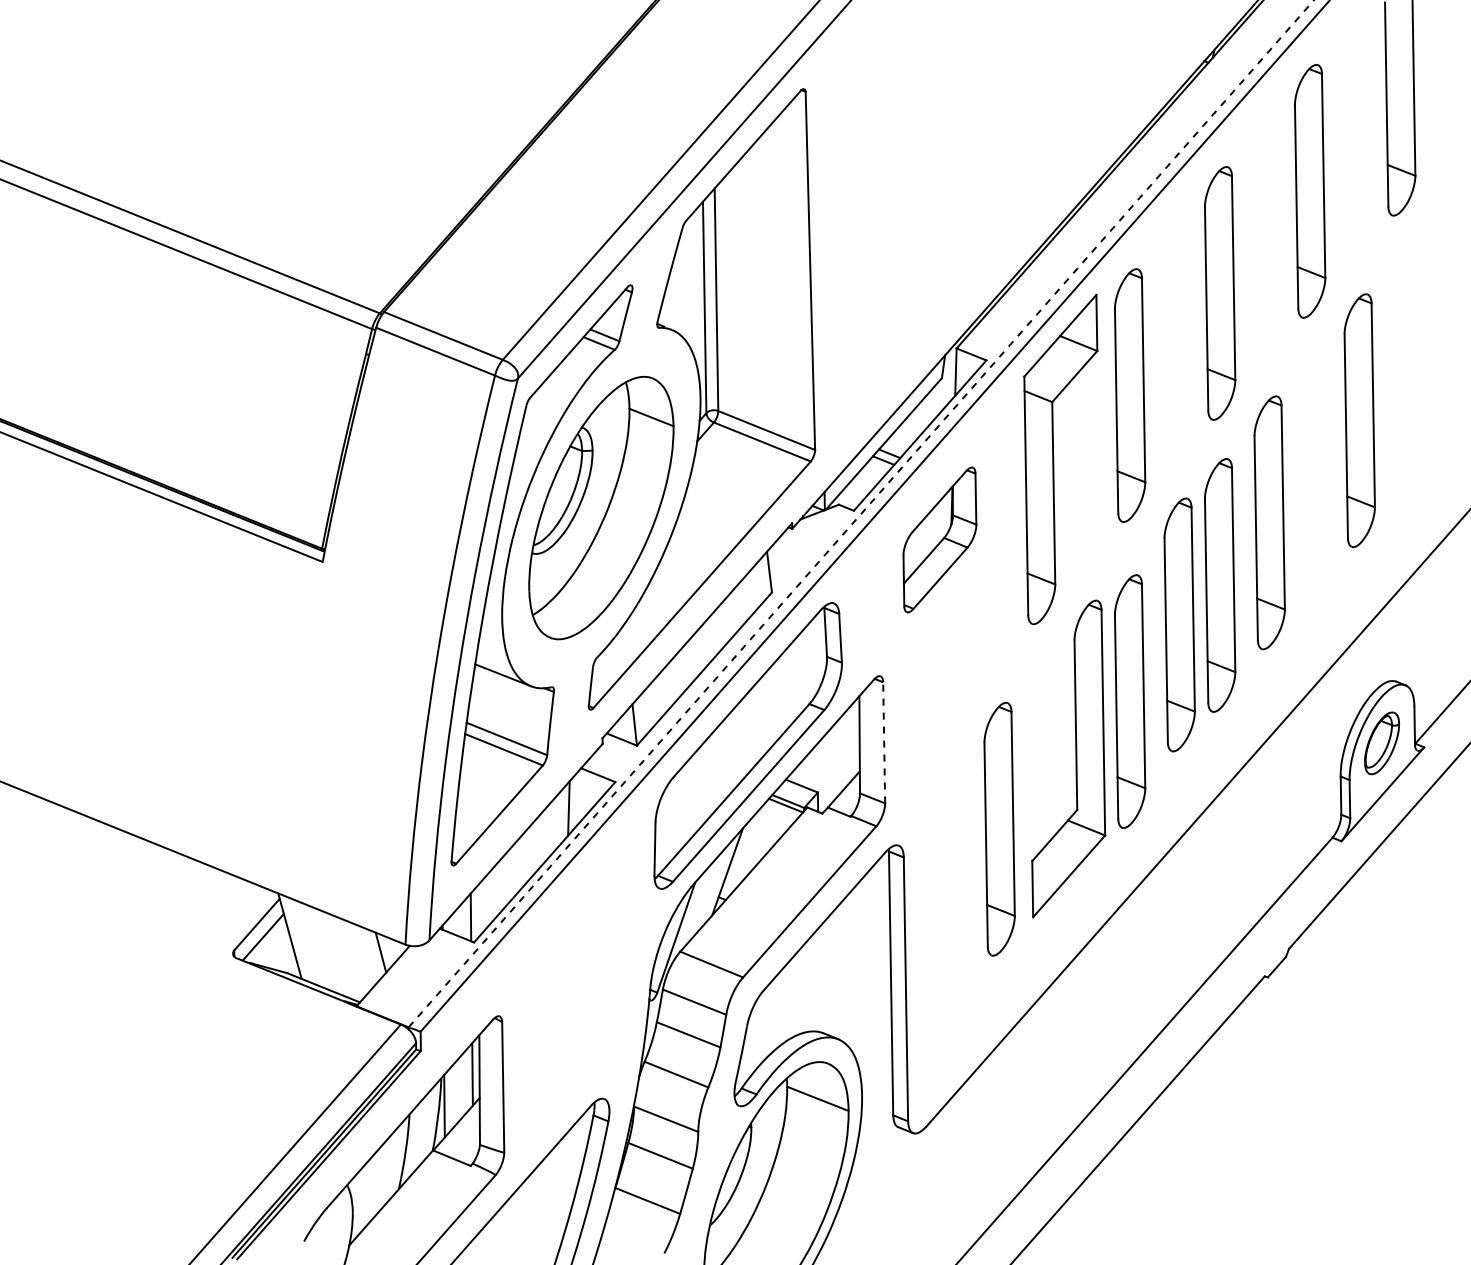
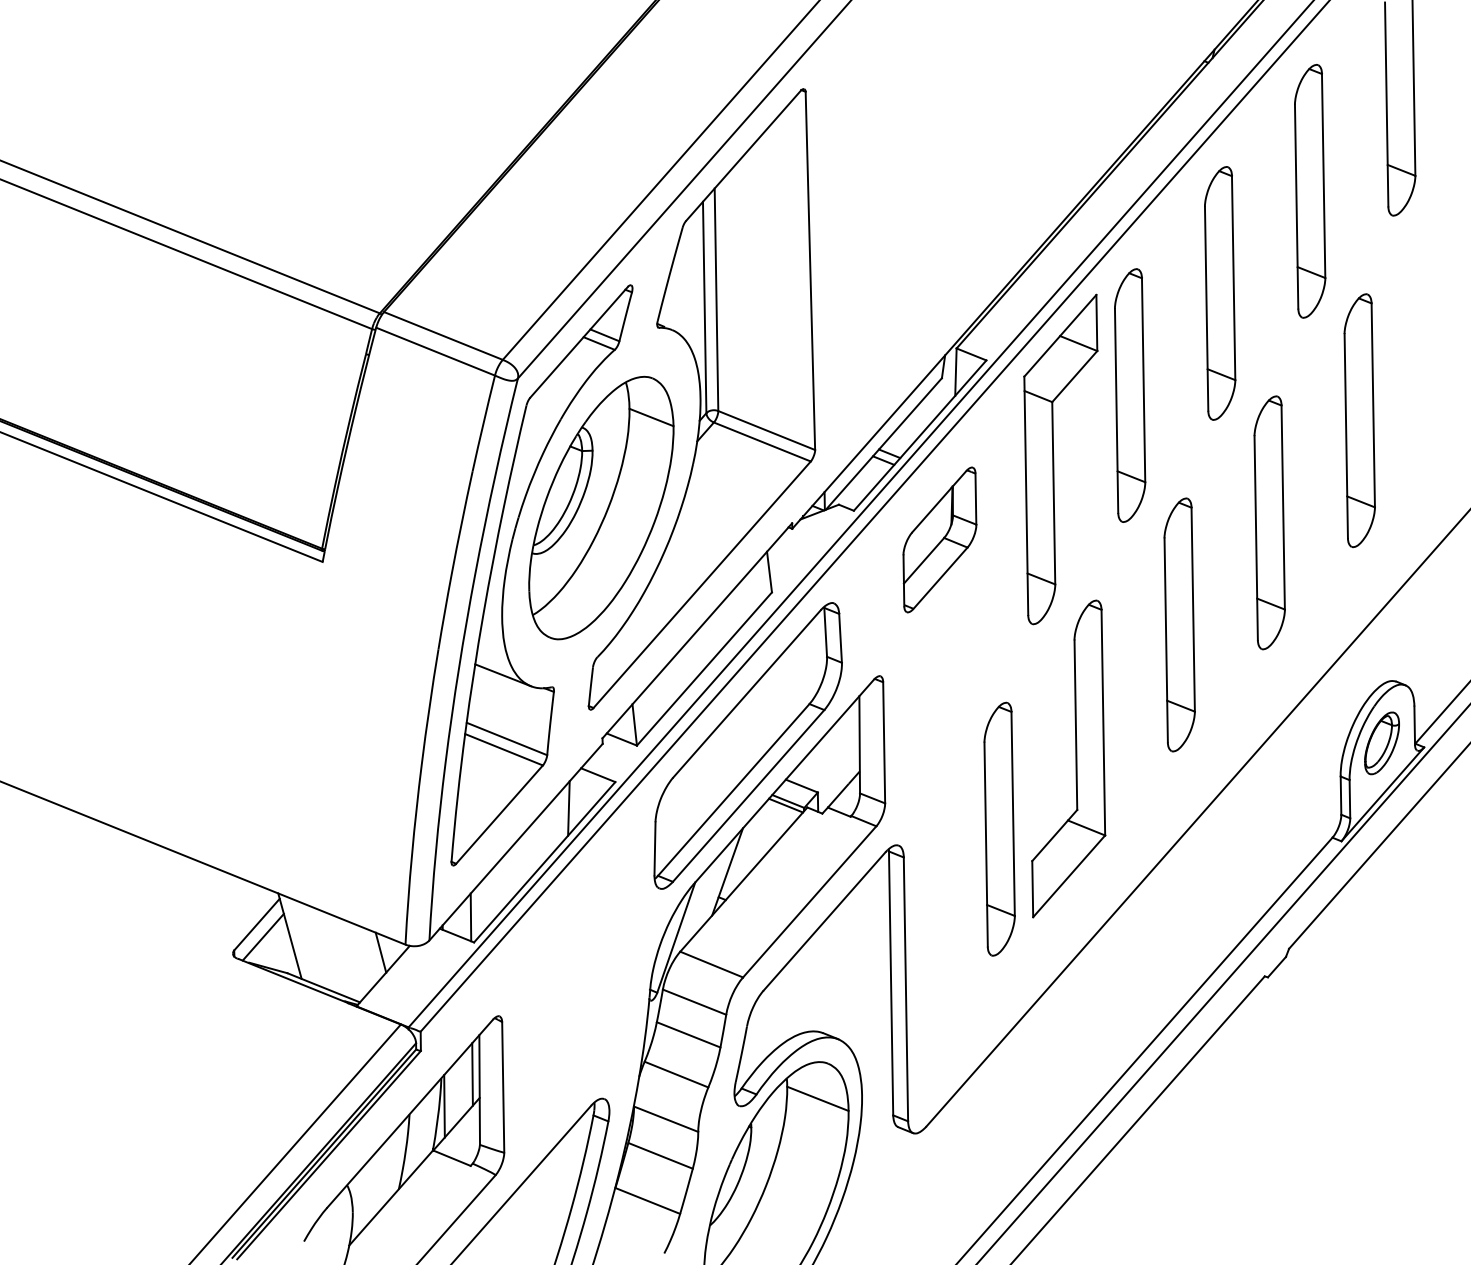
line at (861, 513): dashed -> solid
part at (1220, 585): present -> none
part at (1130, 701): present -> none
line at (884, 742): dashed -> solid
line at (1223, 984): none -> present
